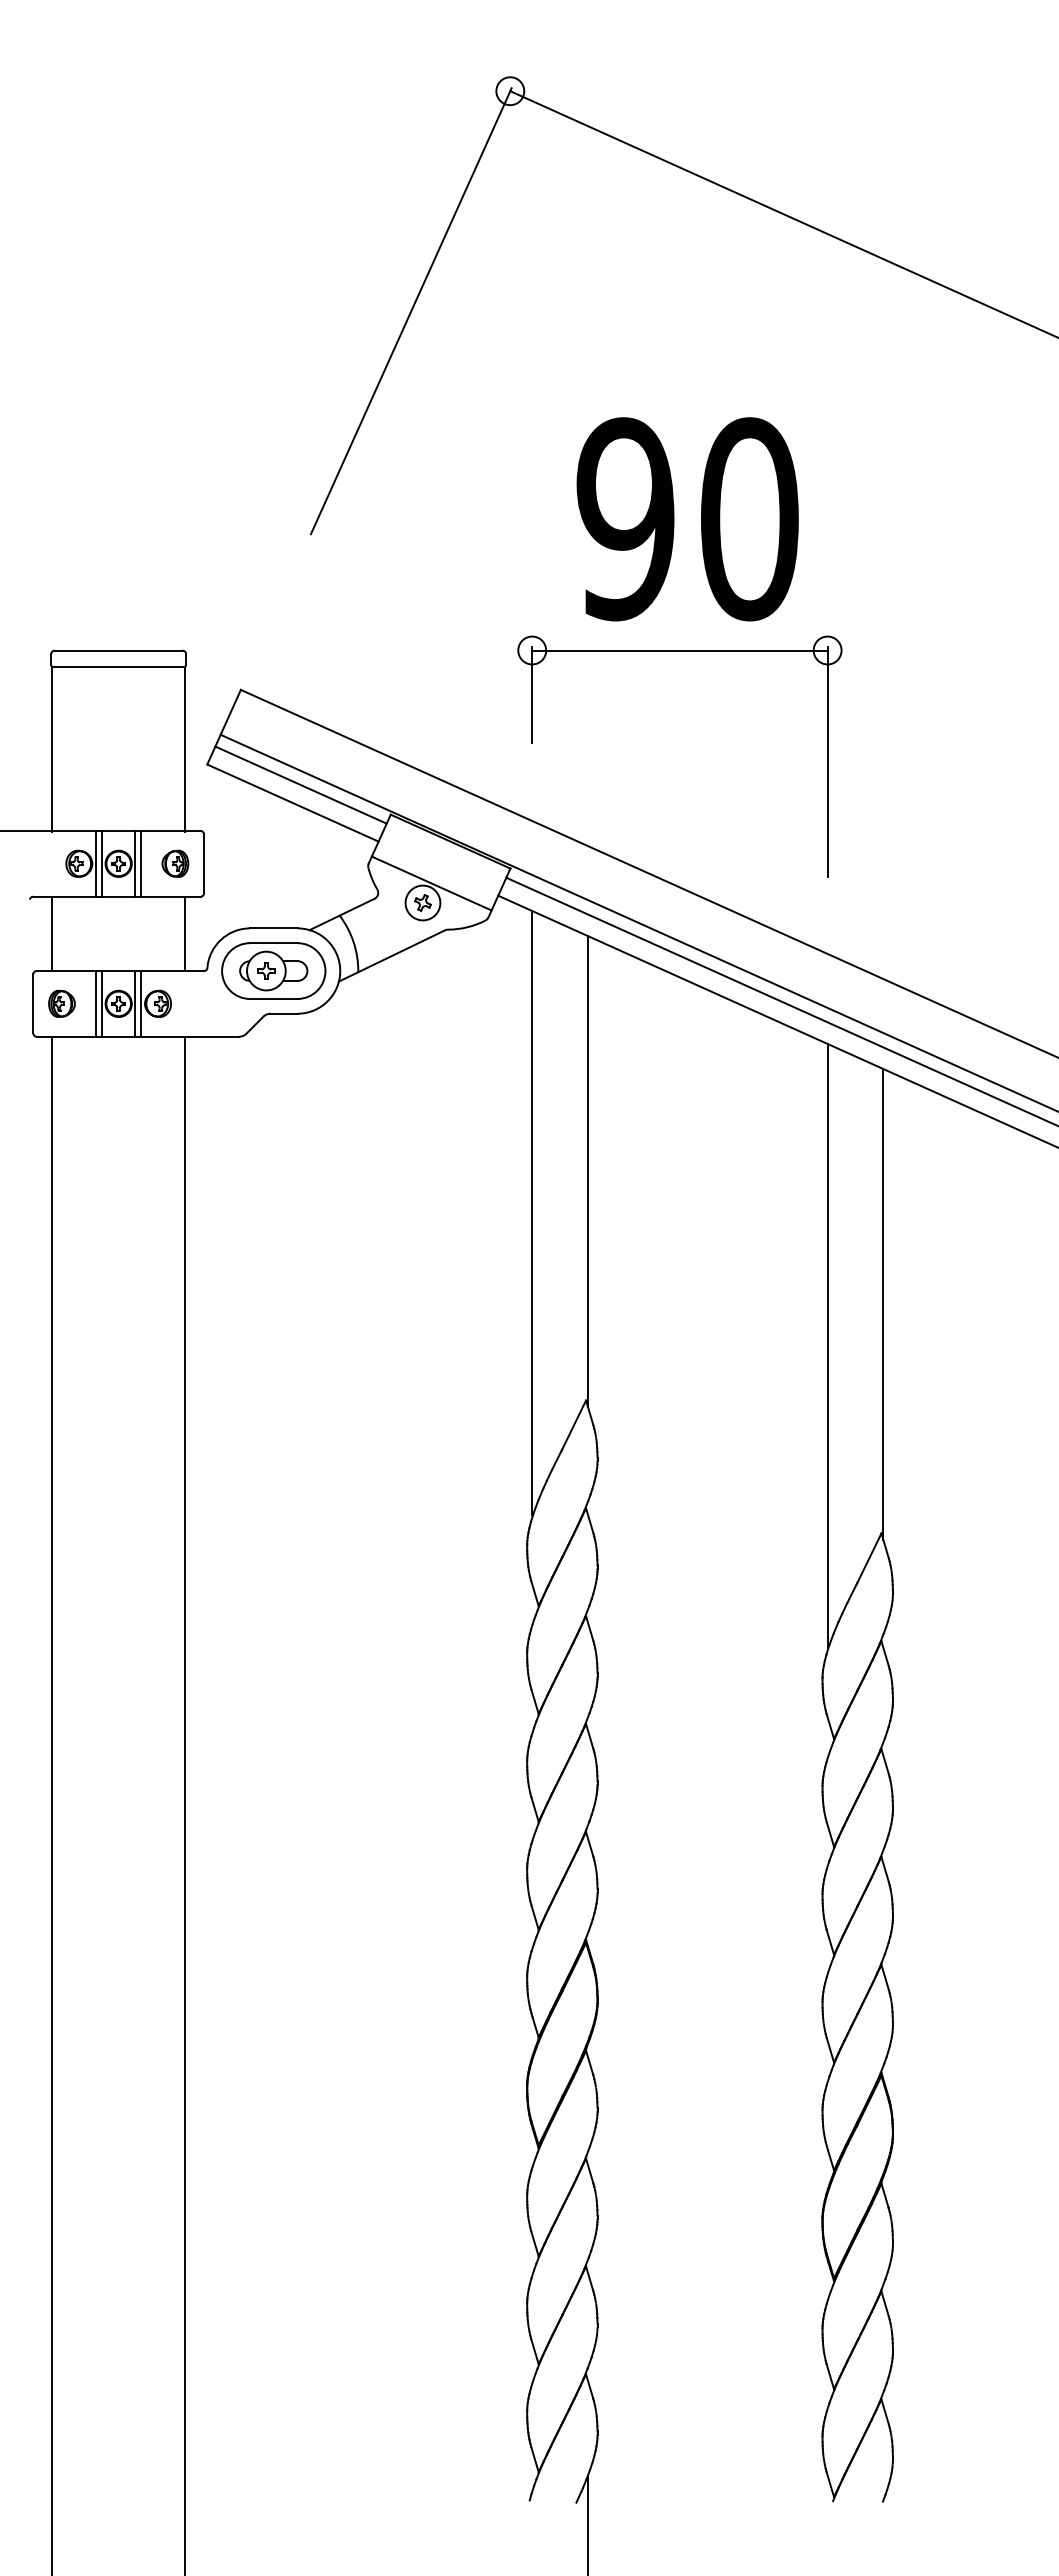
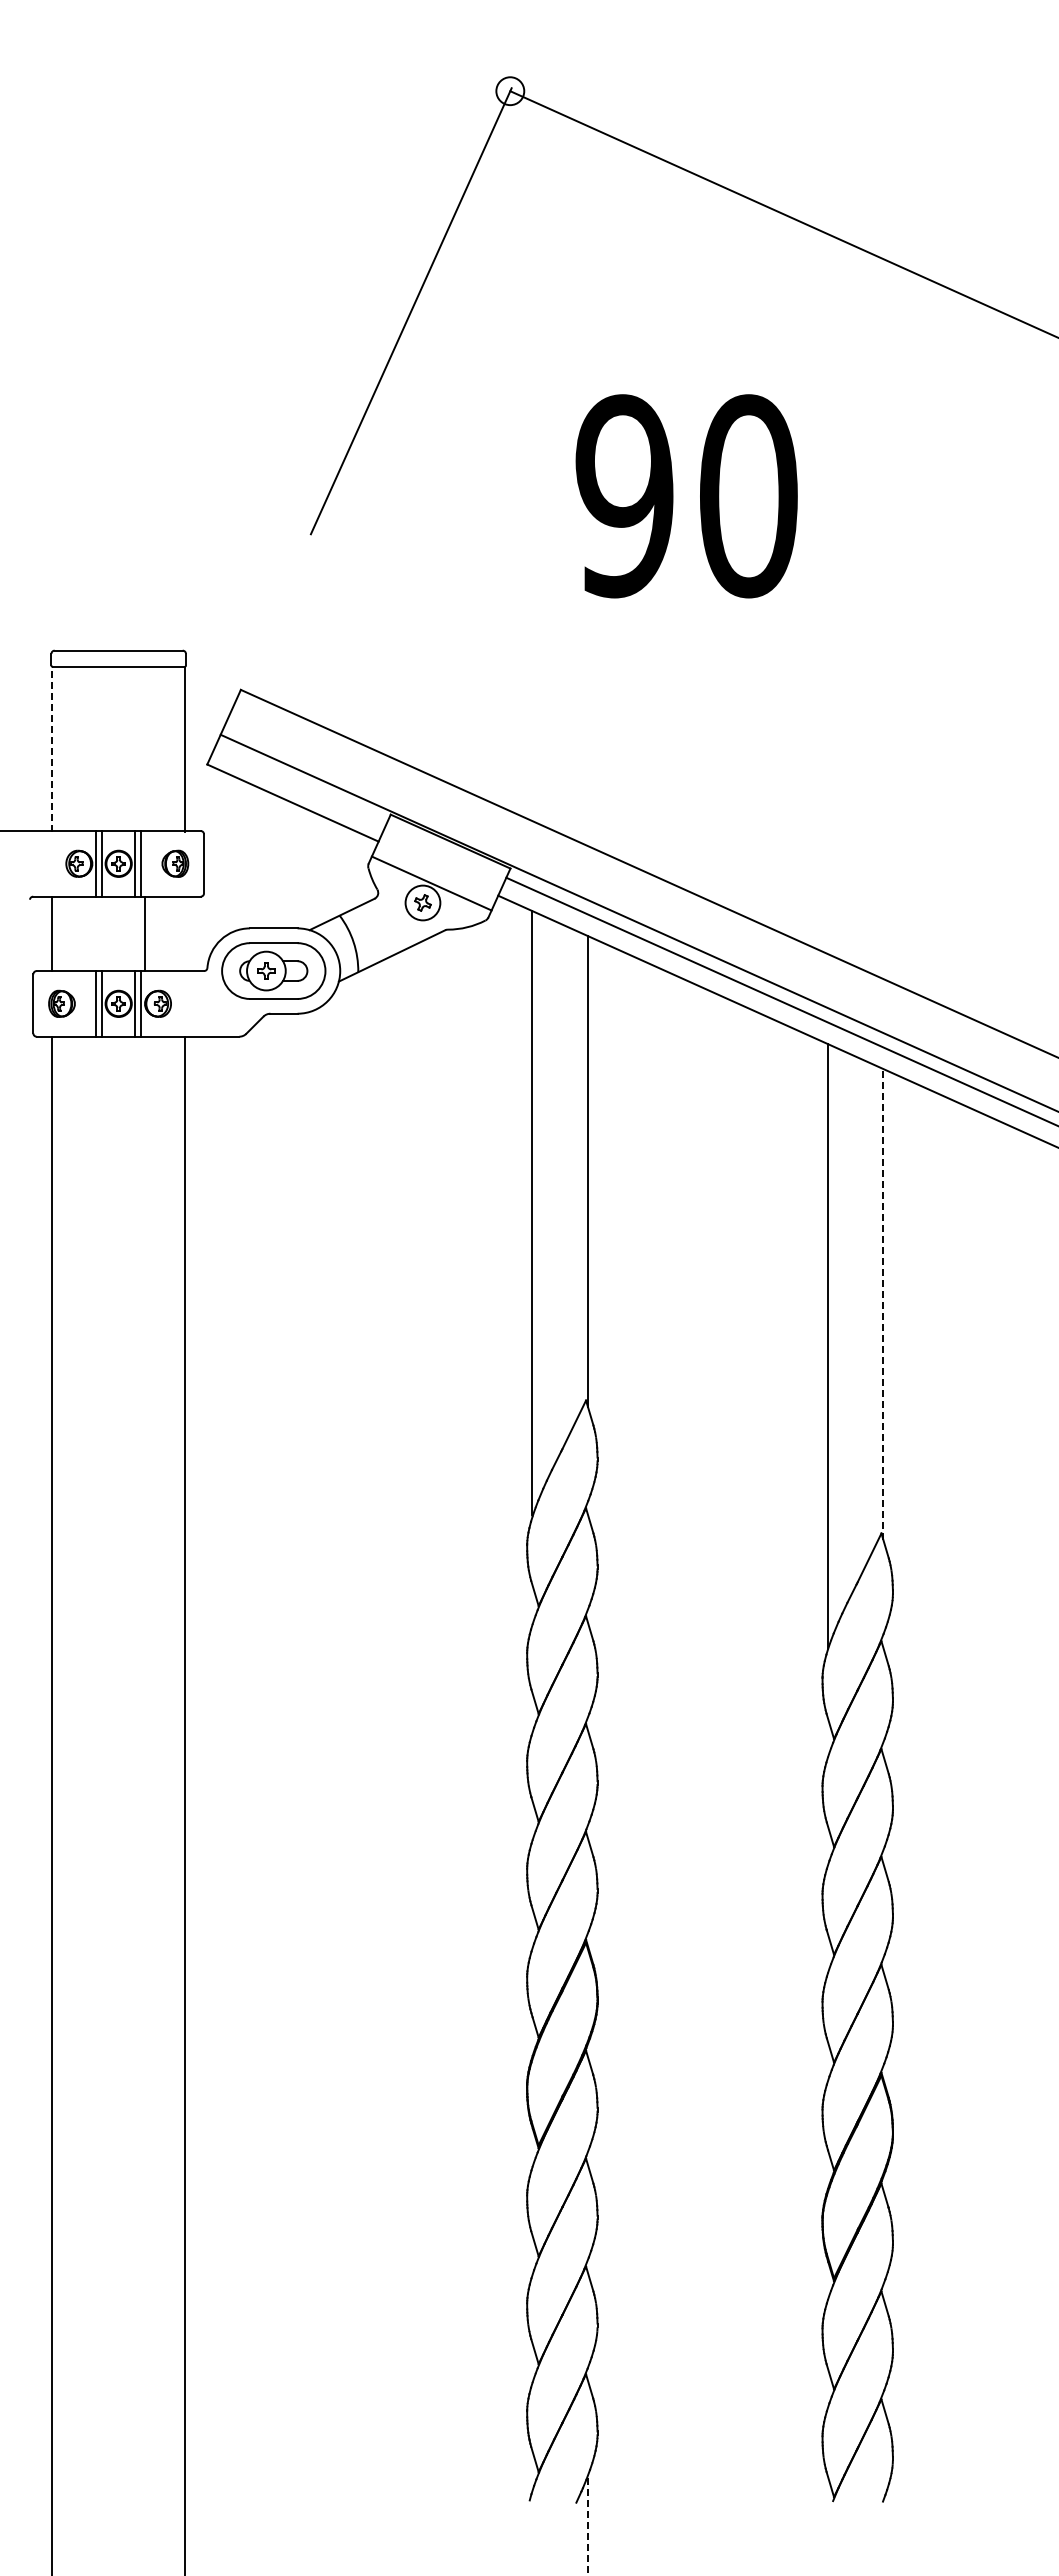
text at (687, 519) position: (687, 519) -> (686, 496)
part at (679, 651): present -> none
line at (52, 748): solid -> dashed
line at (300, 784): present -> none
line at (185, 933) position: (185, 933) -> (145, 933)
line at (883, 1304): solid -> dashed
line at (588, 2525): solid -> dashed
